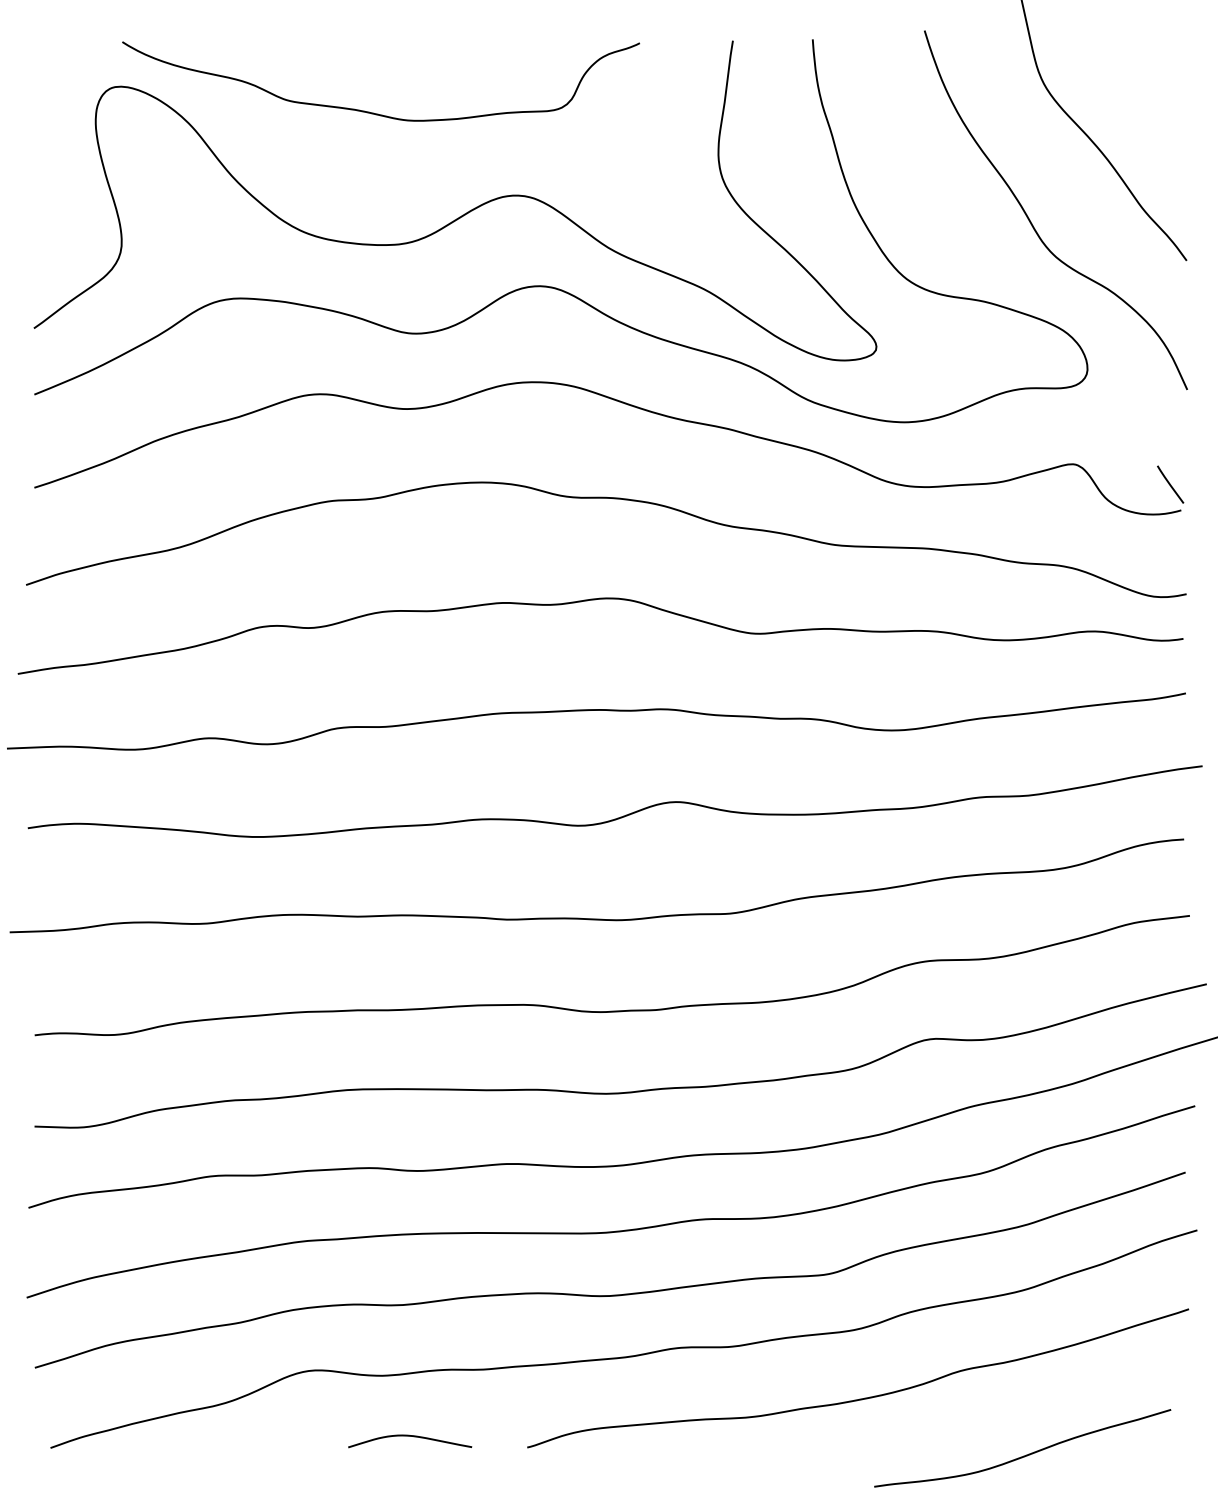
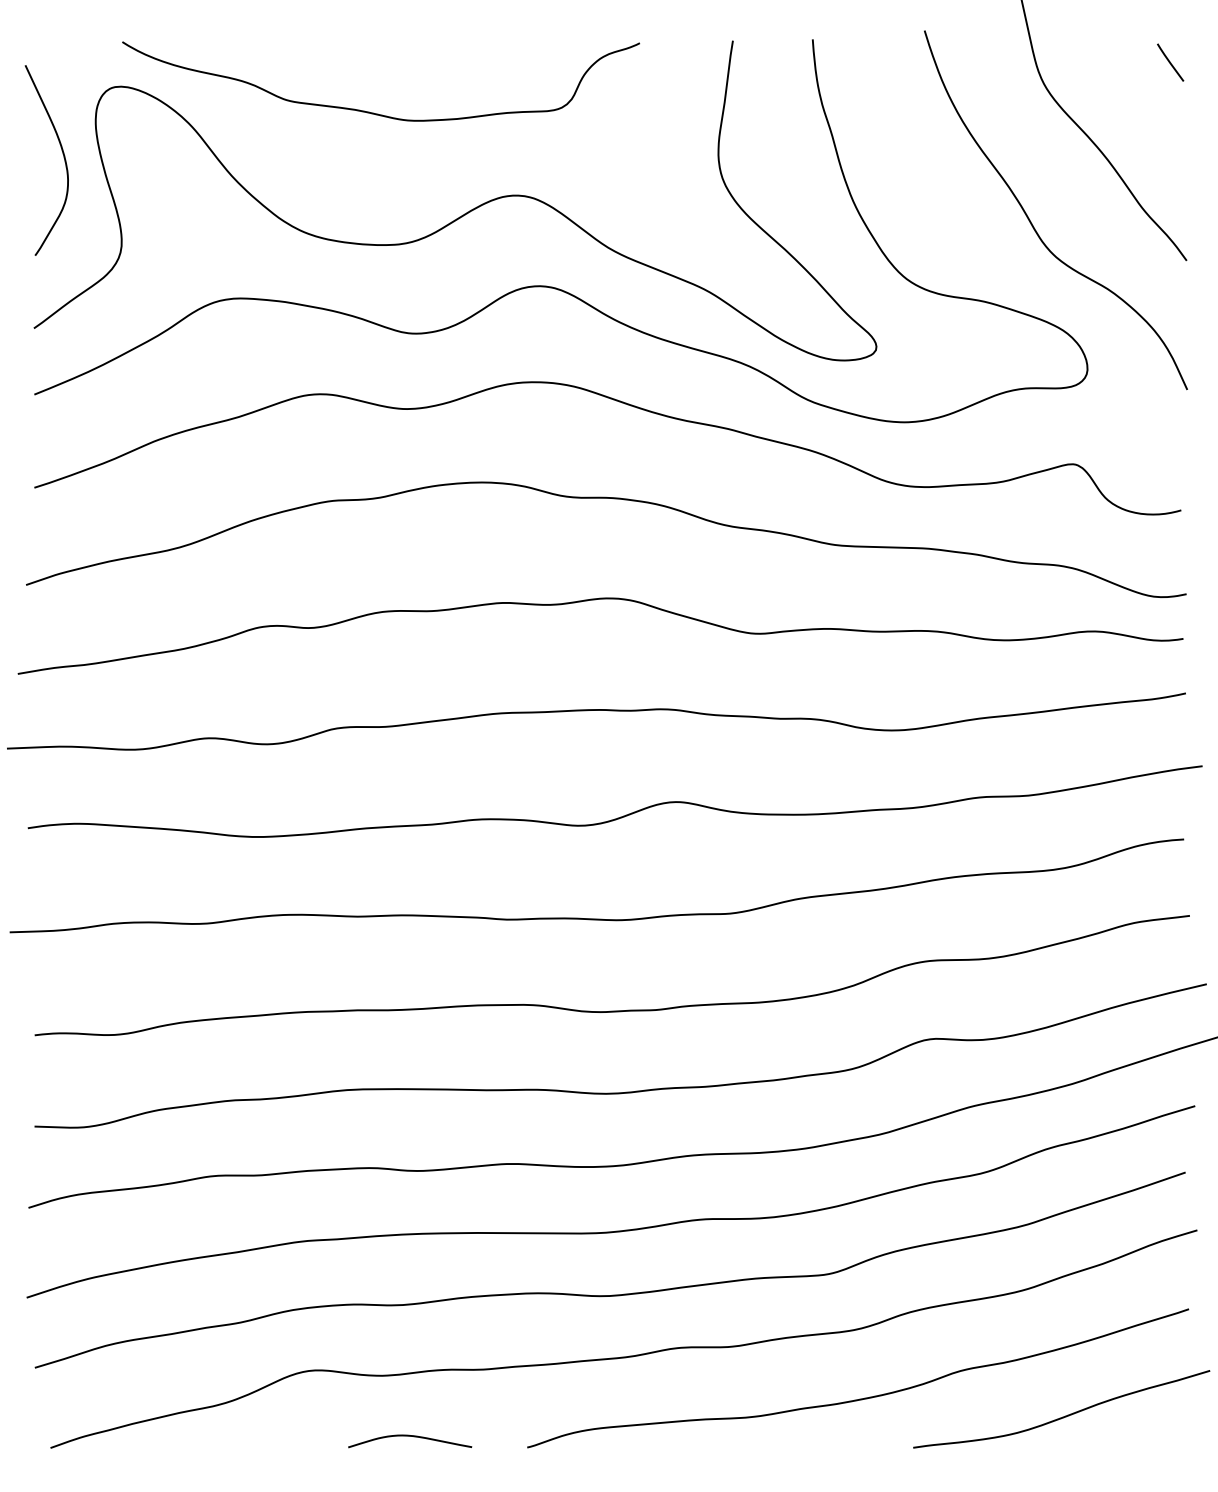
curve at (62, 154): none -> present
line at (1170, 484) position: (1170, 484) -> (1170, 62)
curve at (1023, 1455) position: (1023, 1455) -> (1062, 1416)
